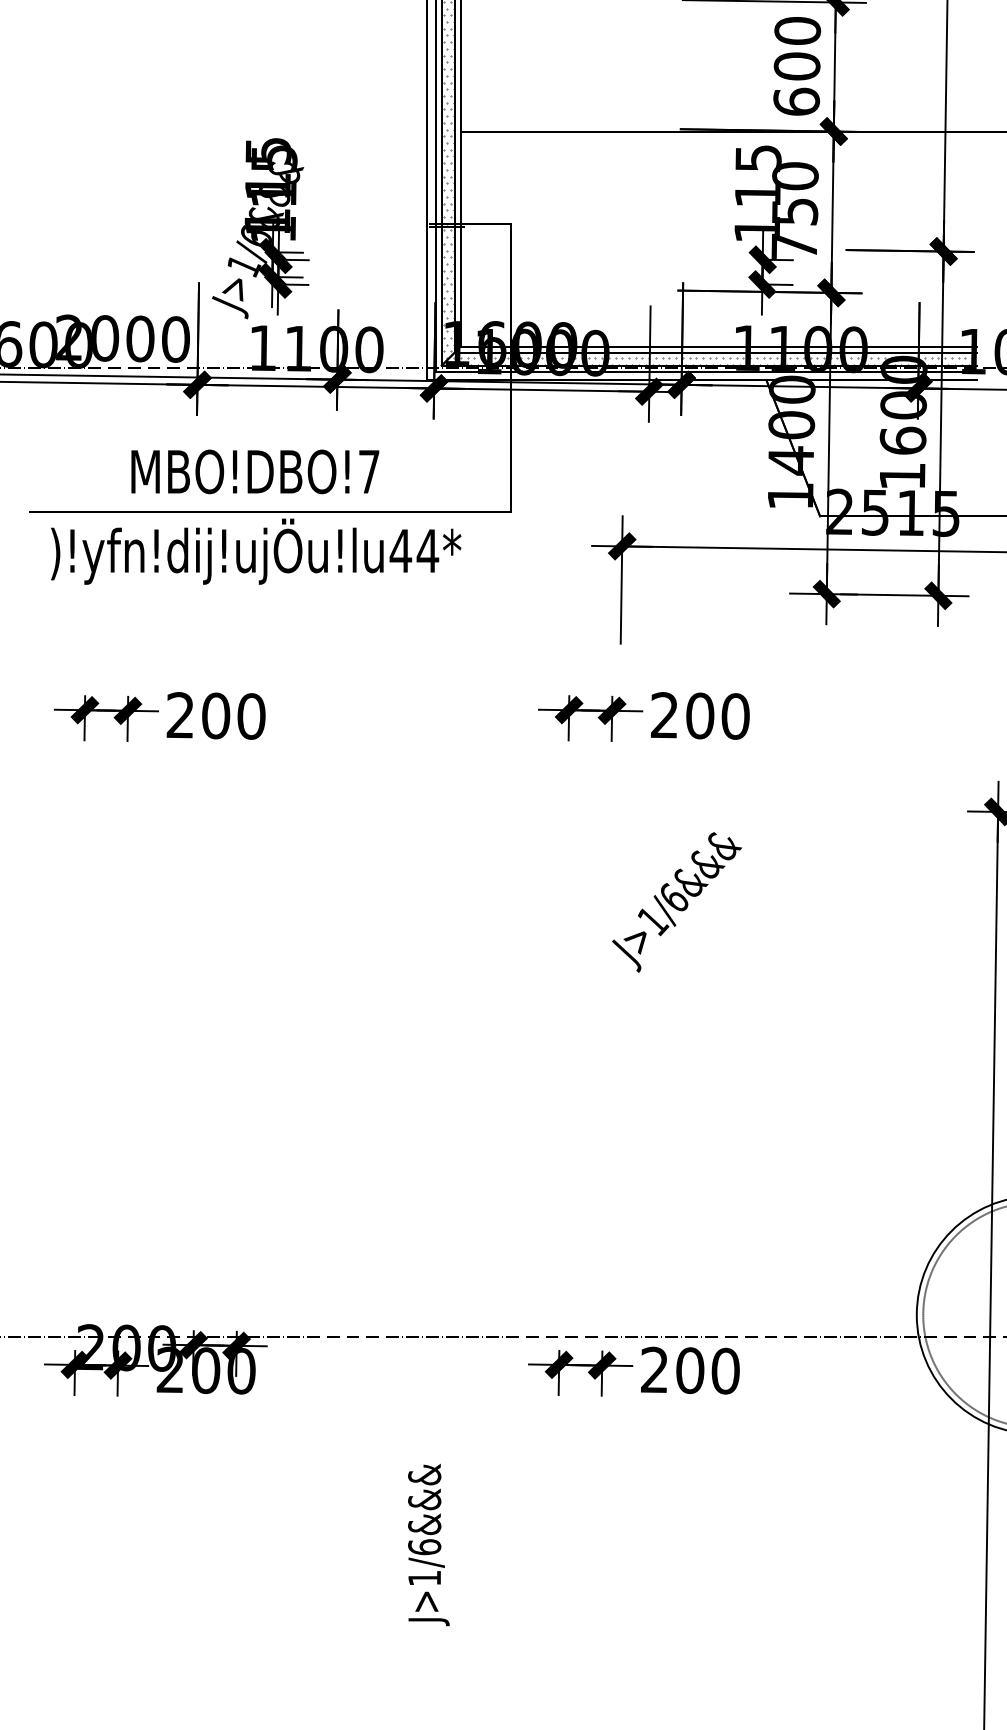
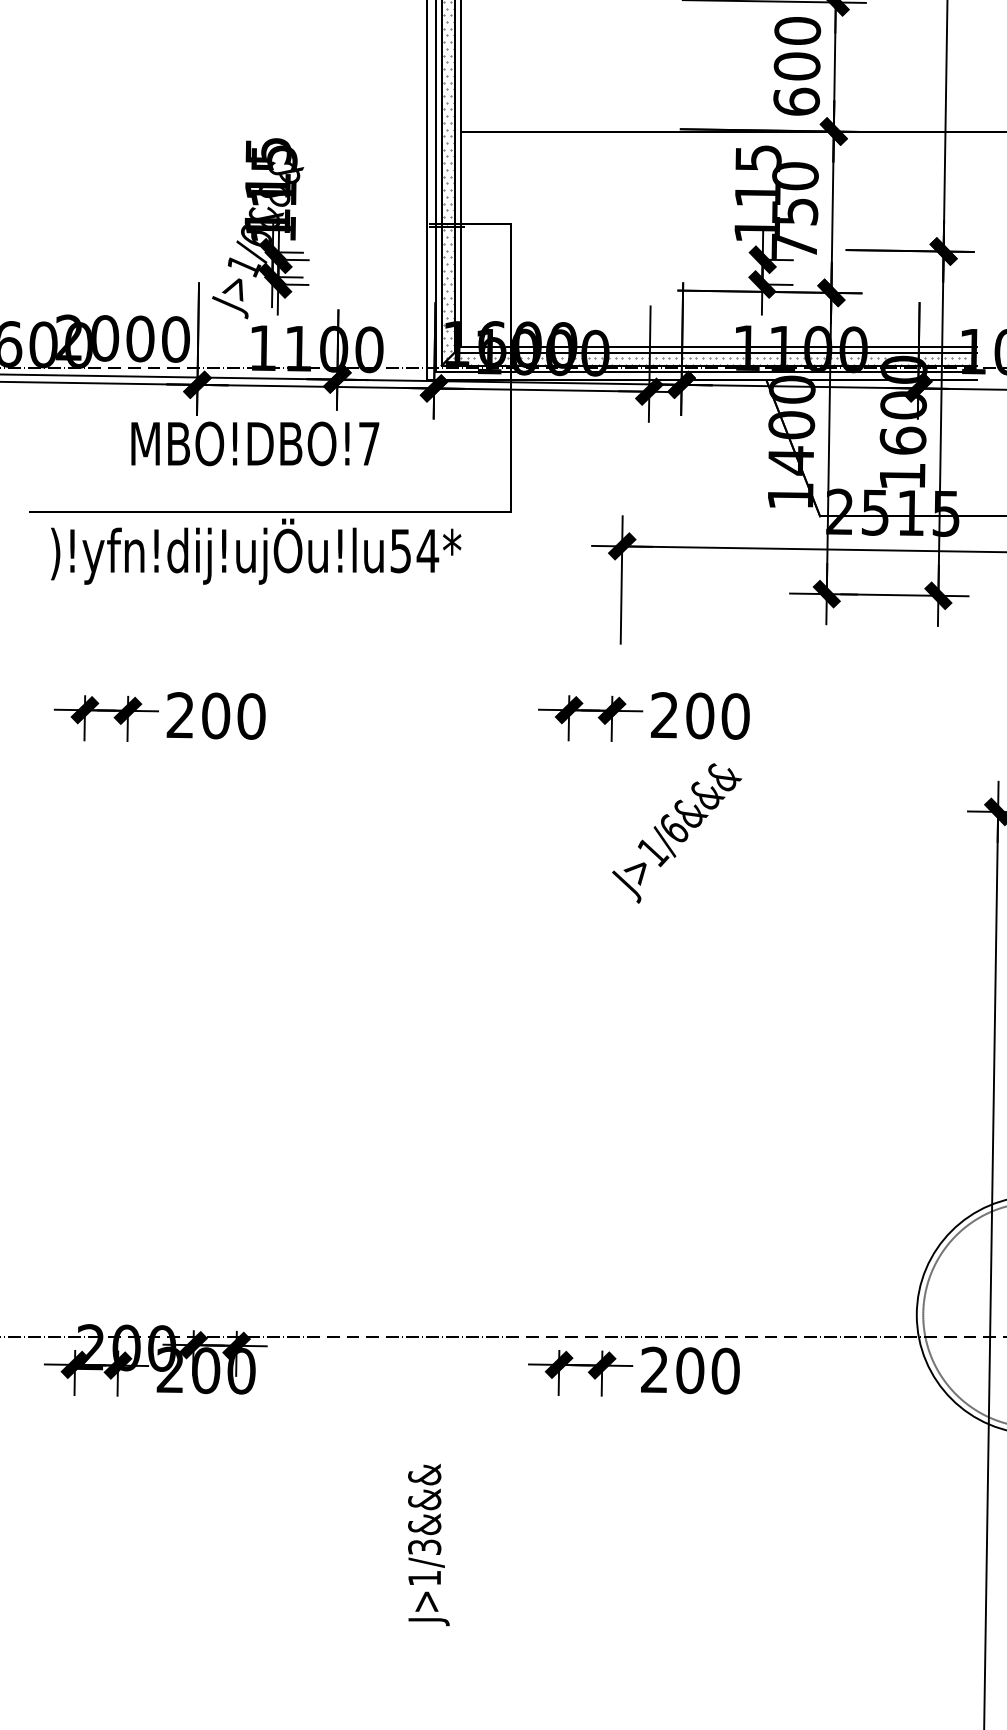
text at (255, 471) position: (255, 471) -> (255, 443)
text at (400, 551): )!yfn!dij!ujÖu!lu44* -> )!yfn!dij!ujÖu!lu54*
text at (677, 902) position: (677, 902) -> (677, 833)
text at (424, 1547): J>1/6&&& -> J>1/3&&&
